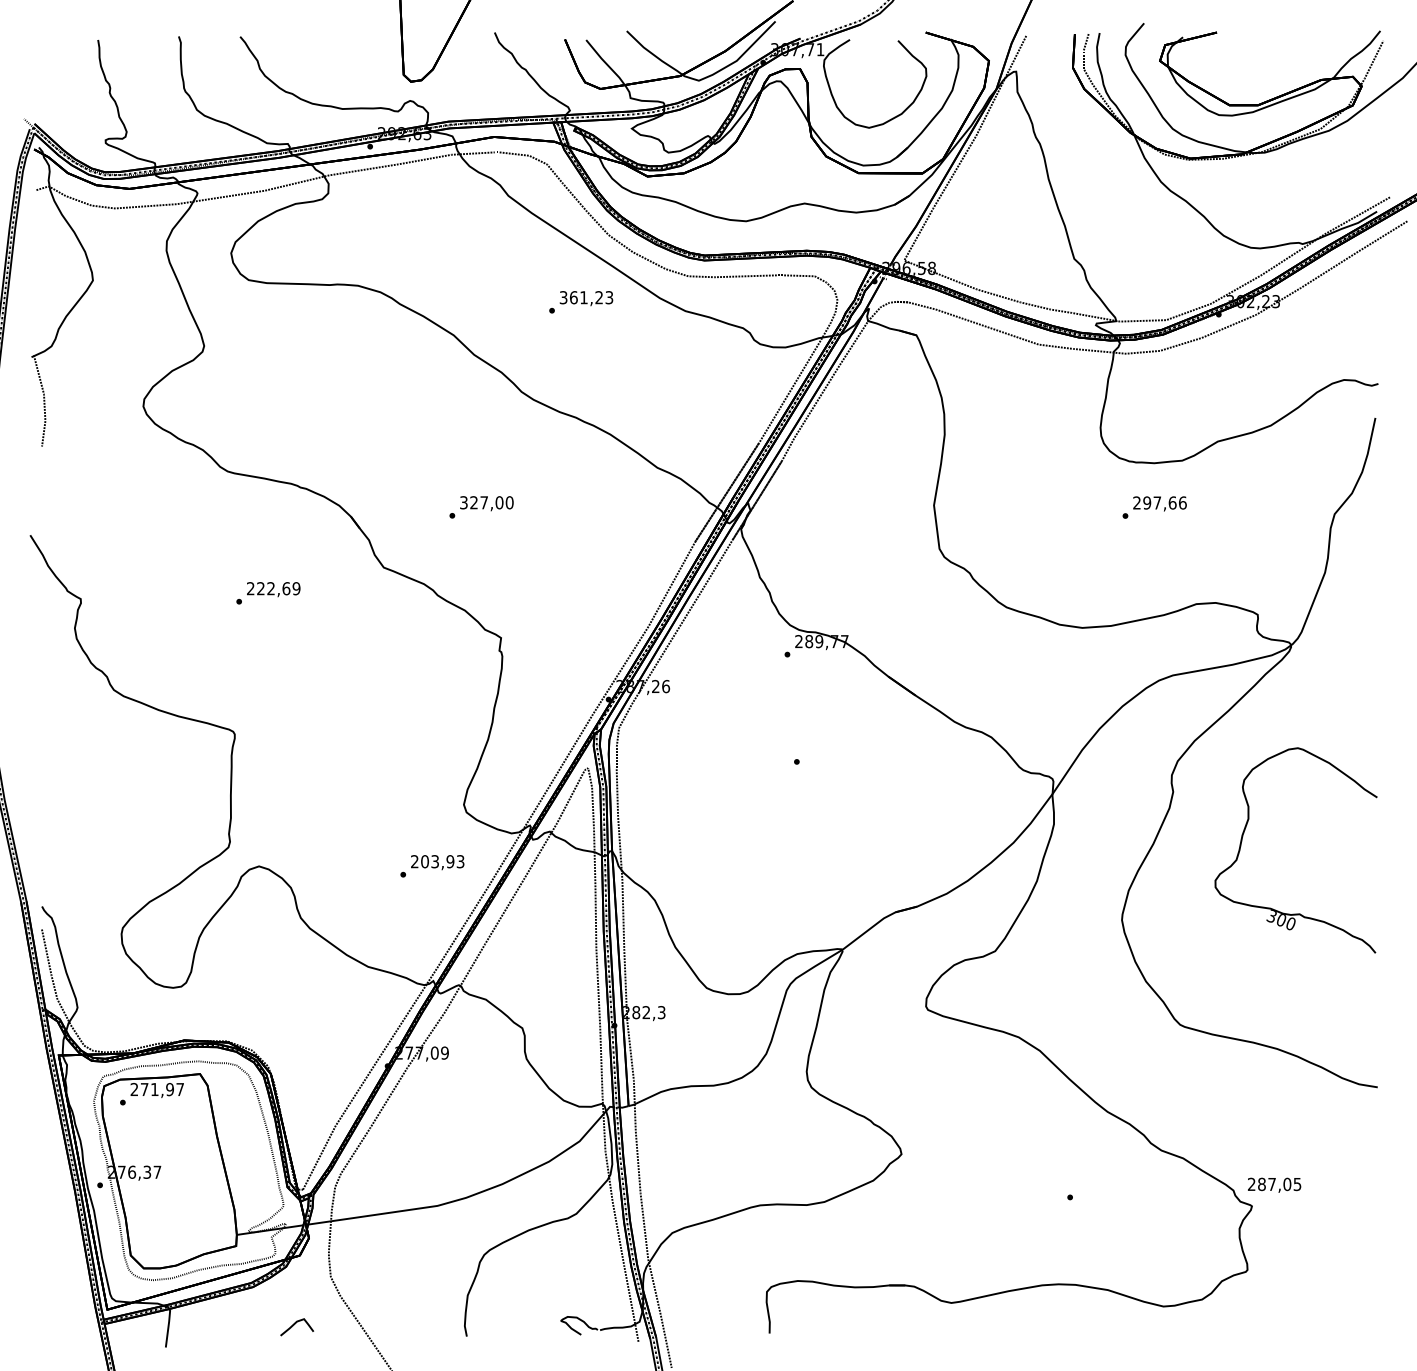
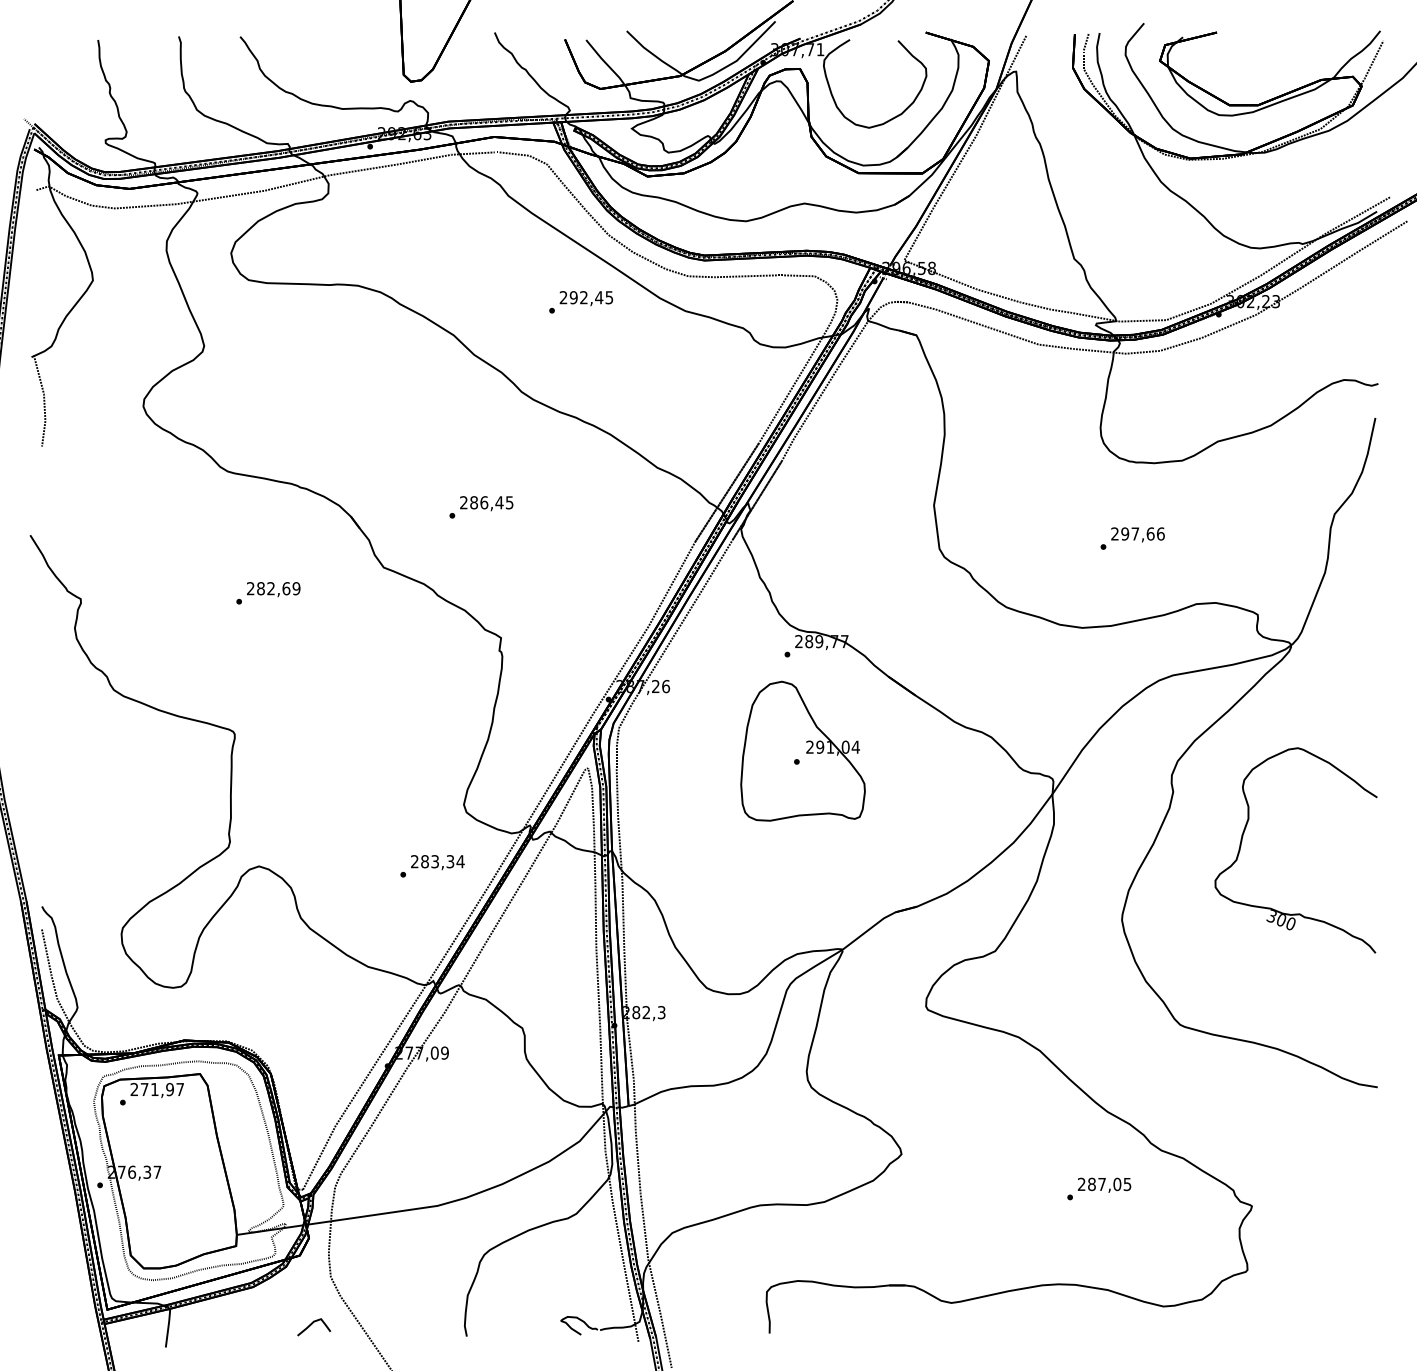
text at (586, 297): 361,23 -> 292,45
text at (486, 502): 327,00 -> 286,45
text at (1154, 507) position: (1154, 507) -> (1132, 538)
text at (260, 588): 222,69 -> 282,69
part at (802, 750): none -> present
text at (442, 861): 203,93 -> 283,34
text at (1274, 1184) position: (1274, 1184) -> (1104, 1184)
curve at (295, 1324) position: (295, 1324) -> (312, 1324)
